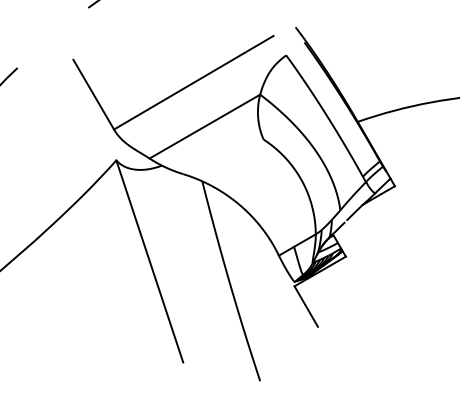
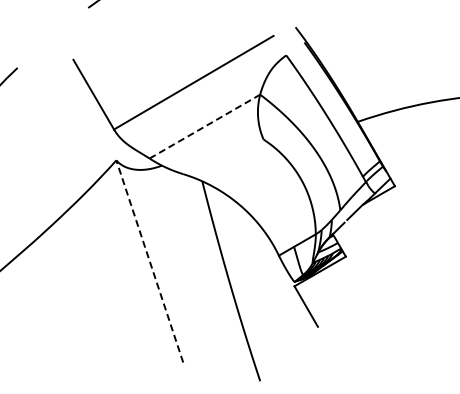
line at (204, 126): solid -> dashed
line at (149, 260): solid -> dashed
